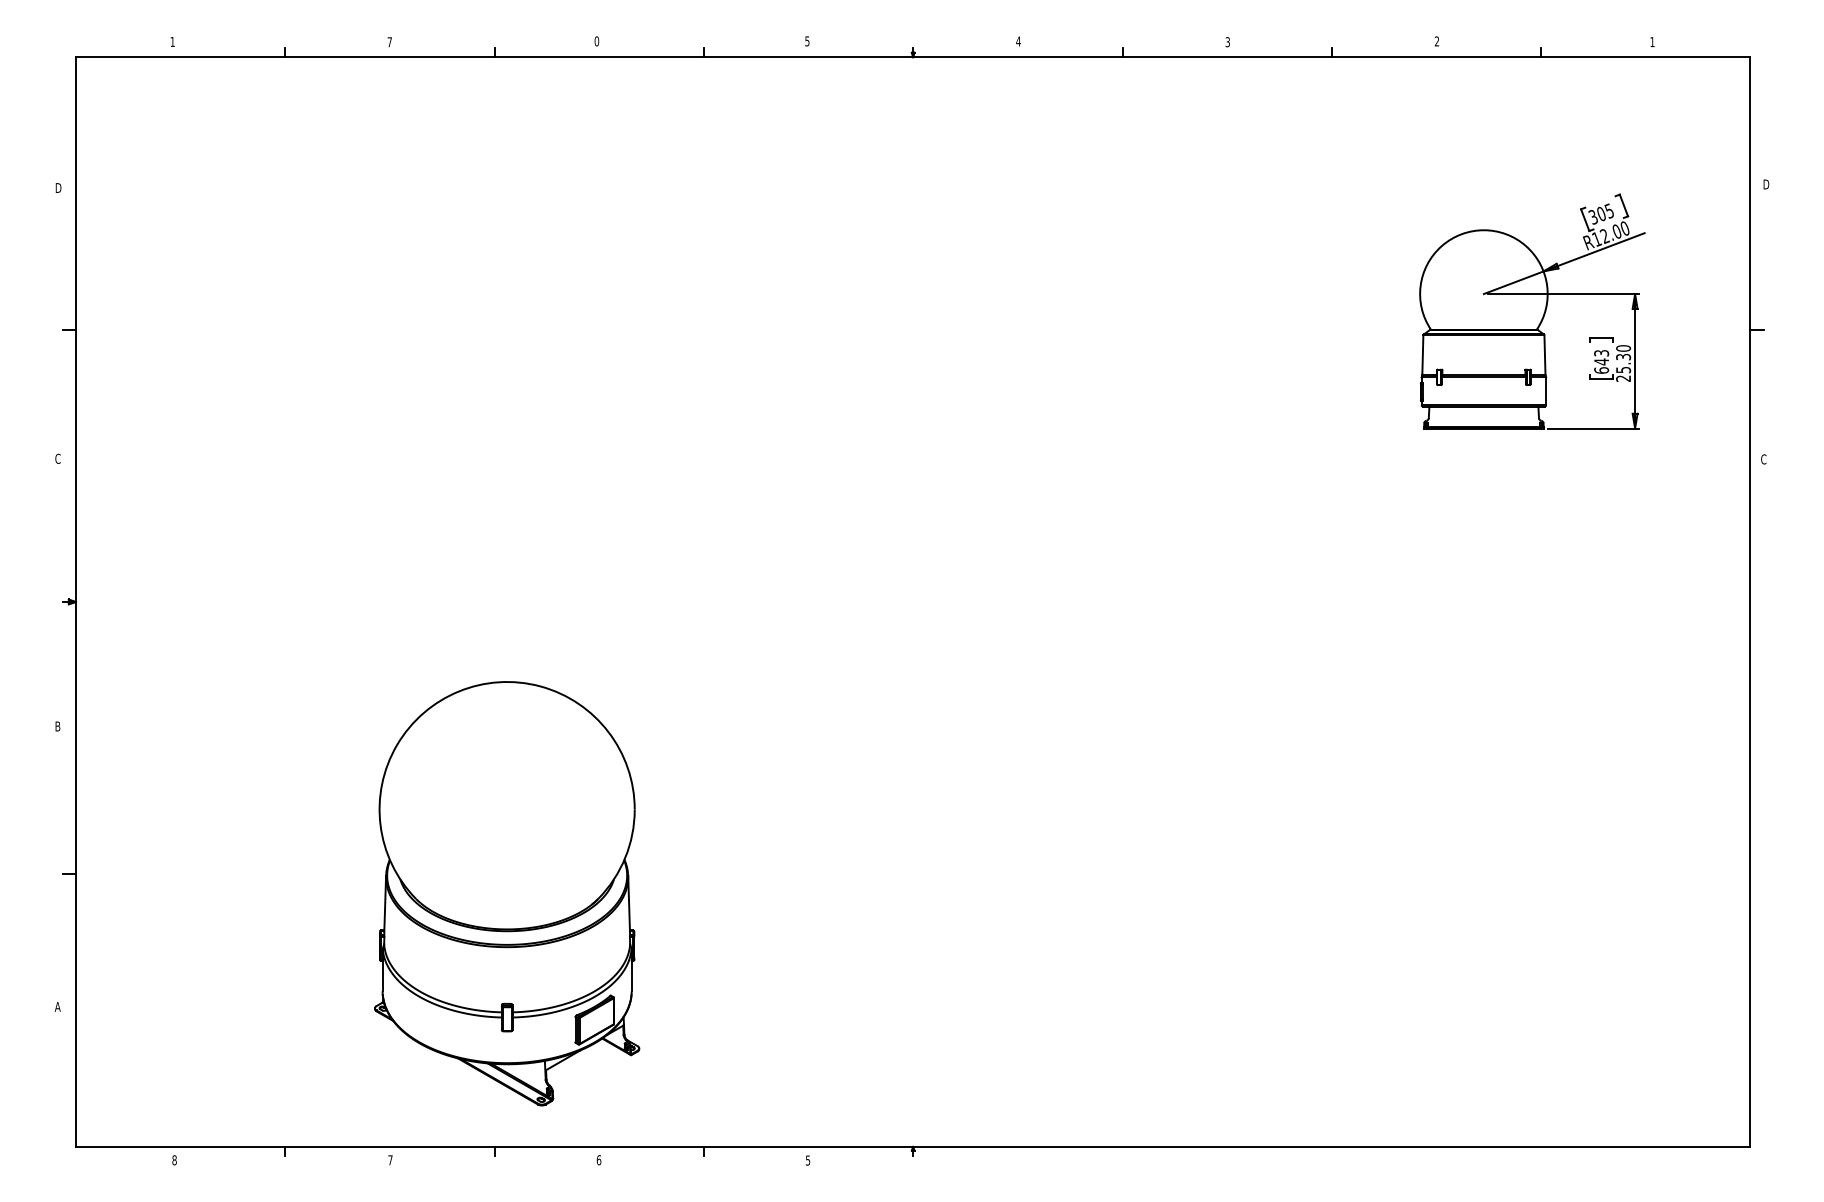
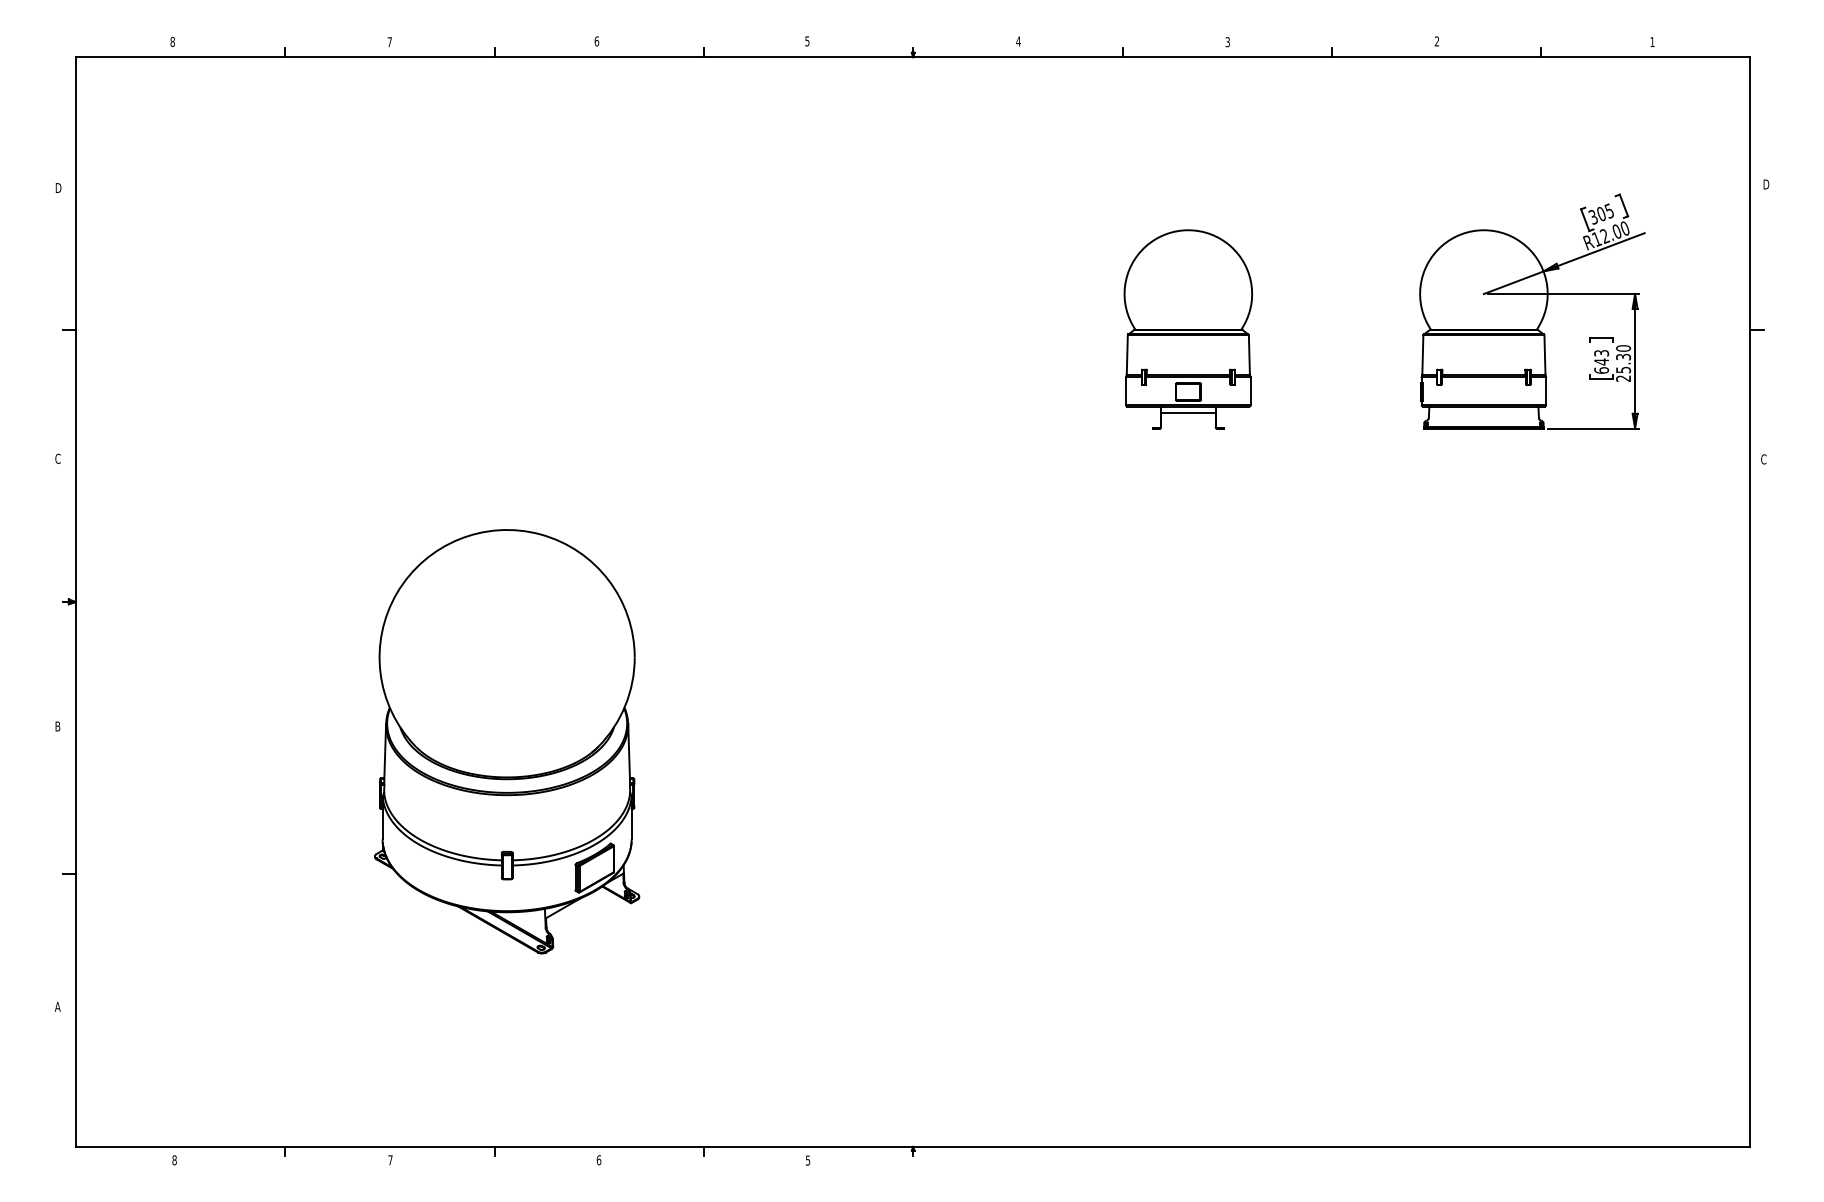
text at (597, 40): 0 -> 6
text at (172, 41): 1 -> 8
part at (1188, 329): none -> present
part at (507, 893) position: (507, 893) -> (507, 741)
